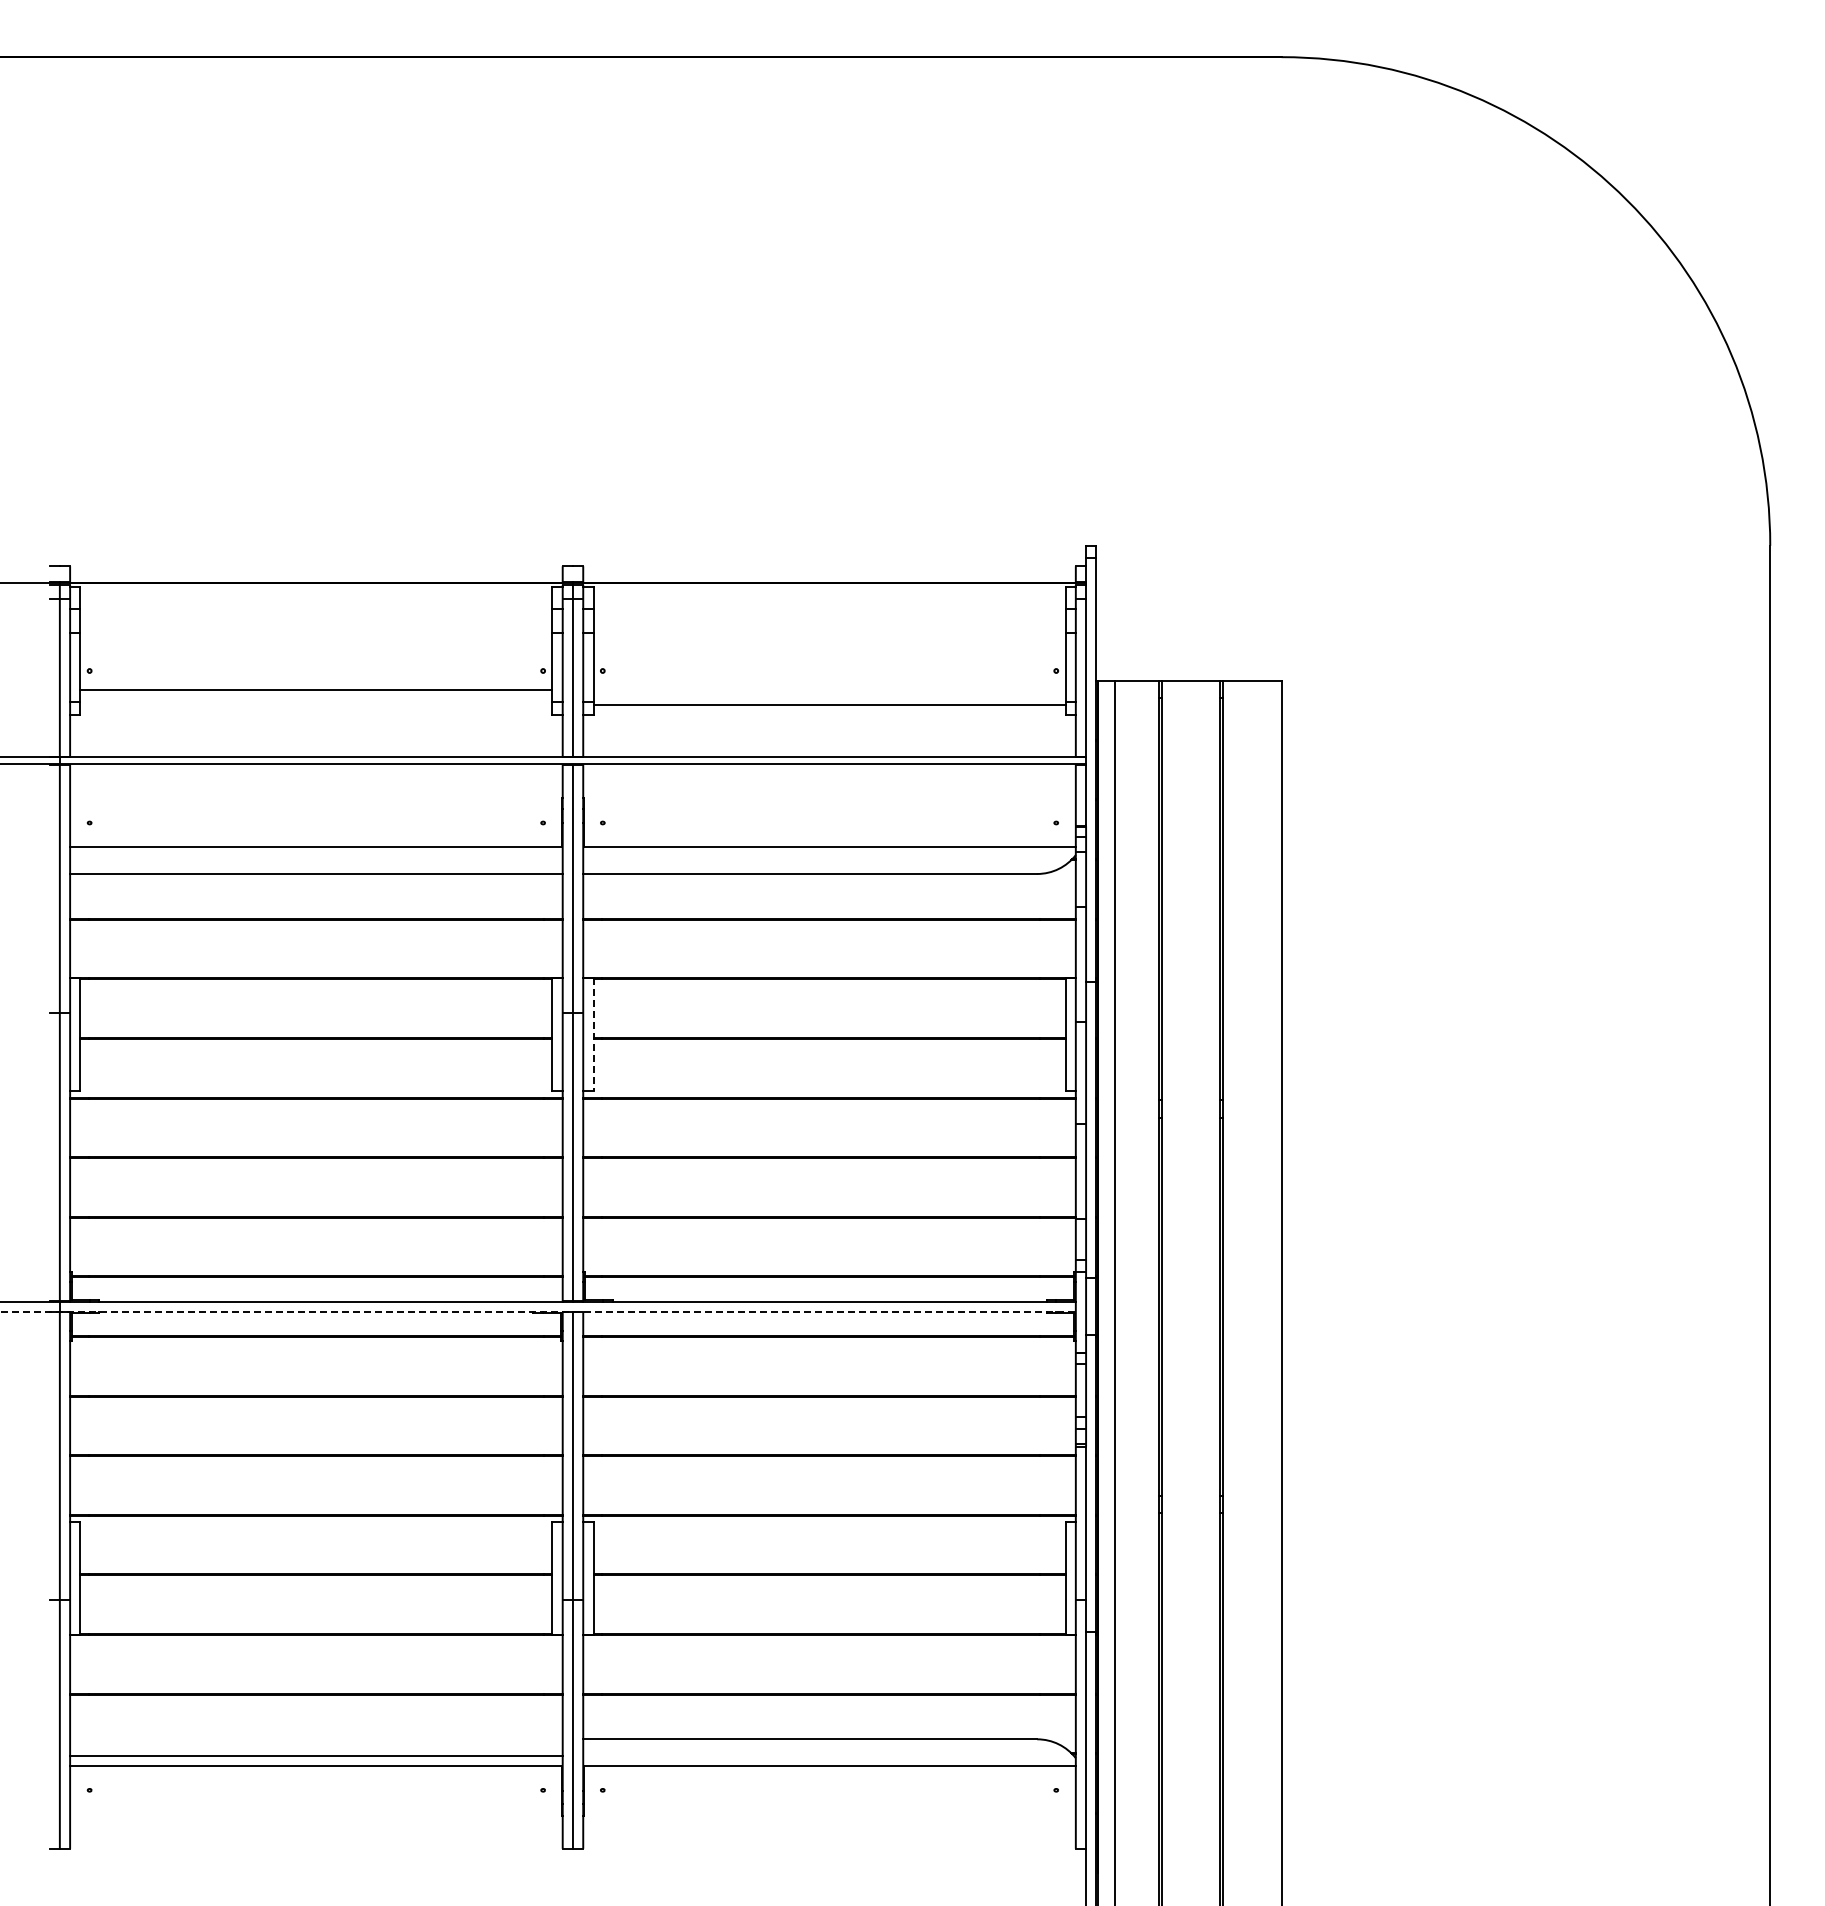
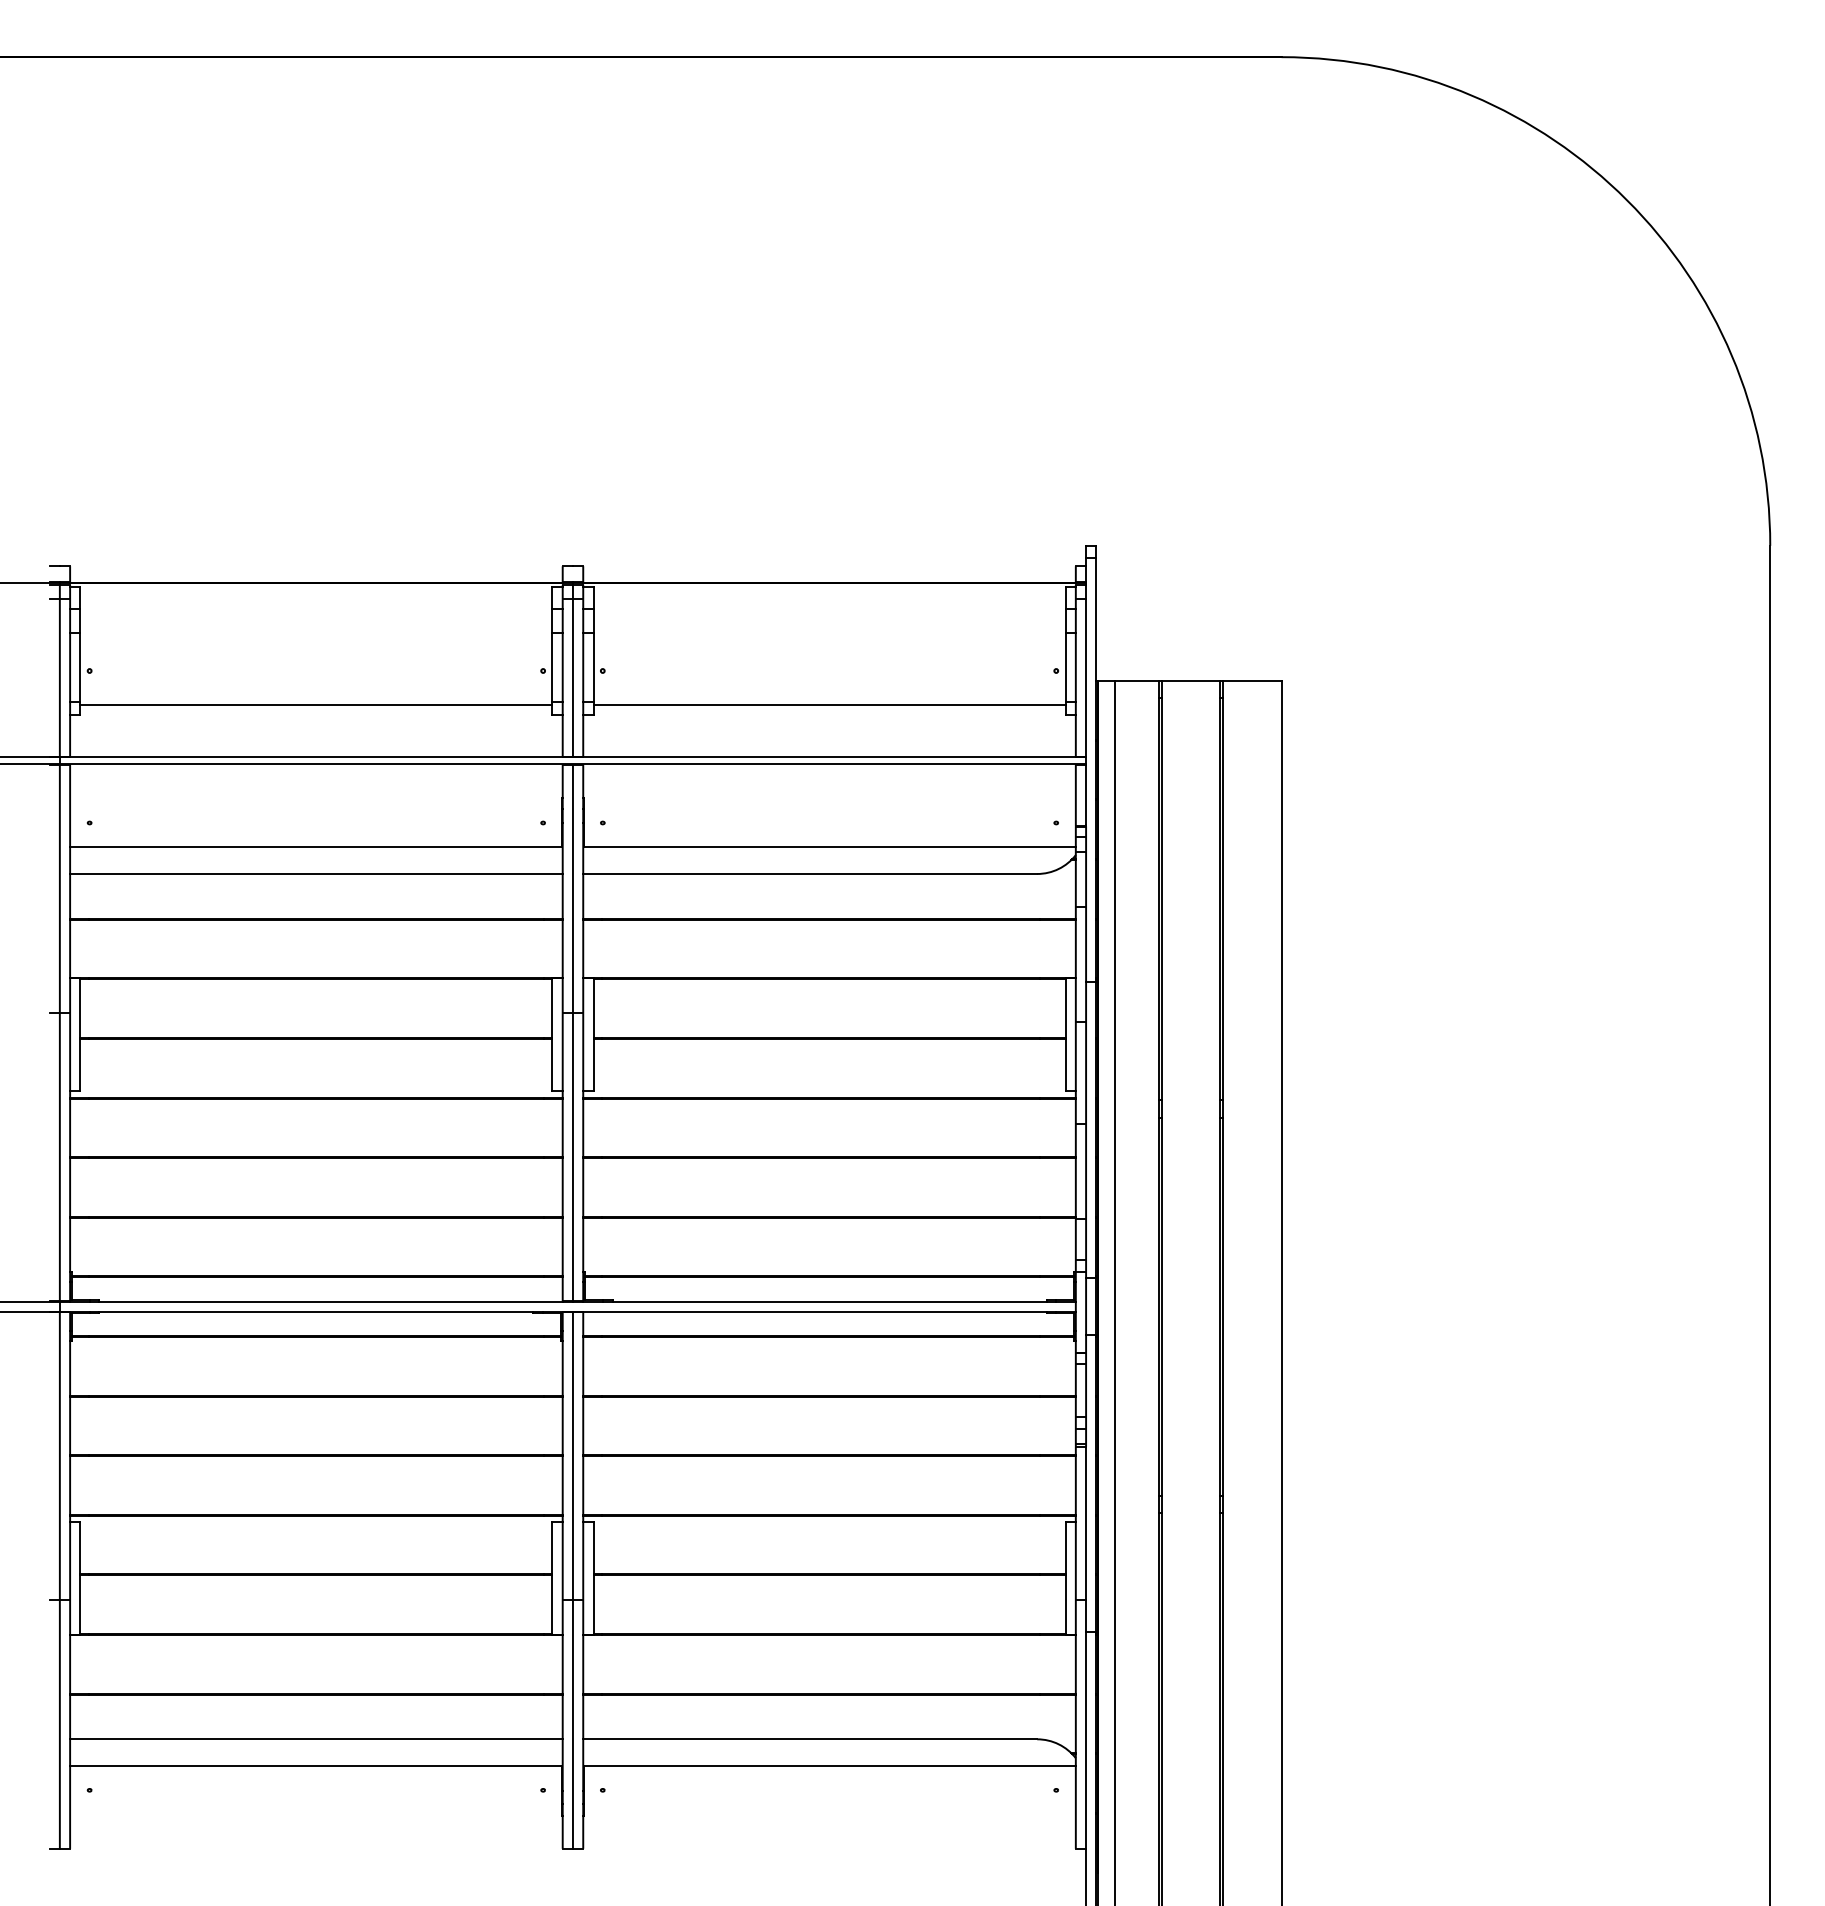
line at (316, 690) position: (316, 690) -> (316, 705)
line at (593, 1035): dashed -> solid
line at (538, 1311): dashed -> solid
line at (316, 1756) position: (316, 1756) -> (316, 1739)
